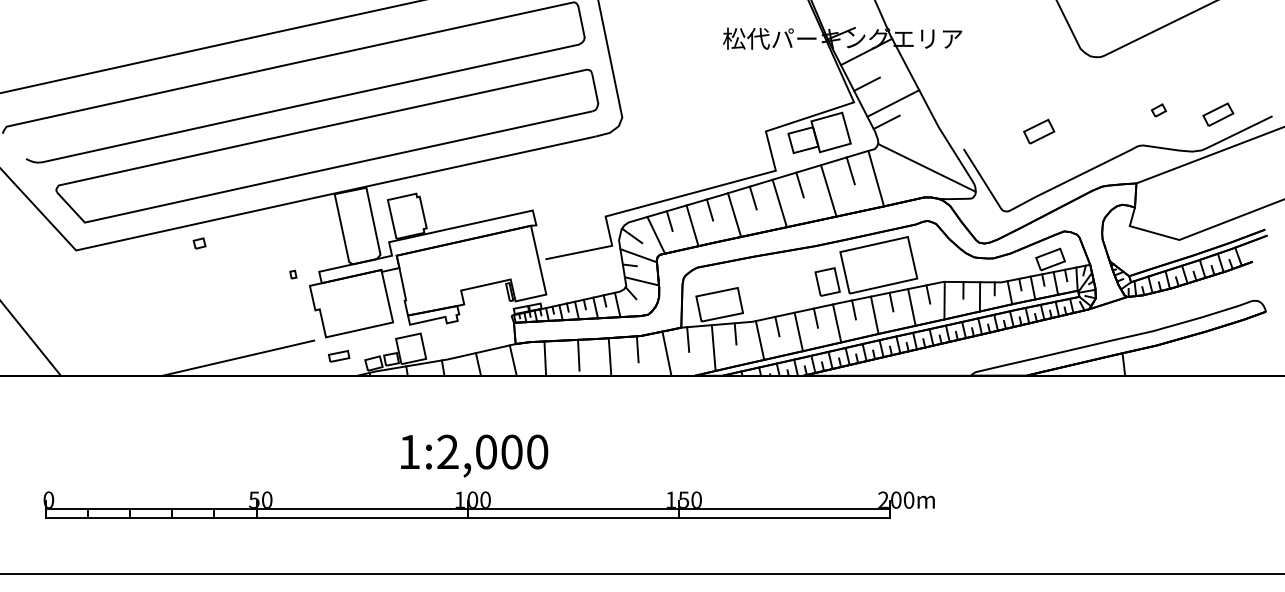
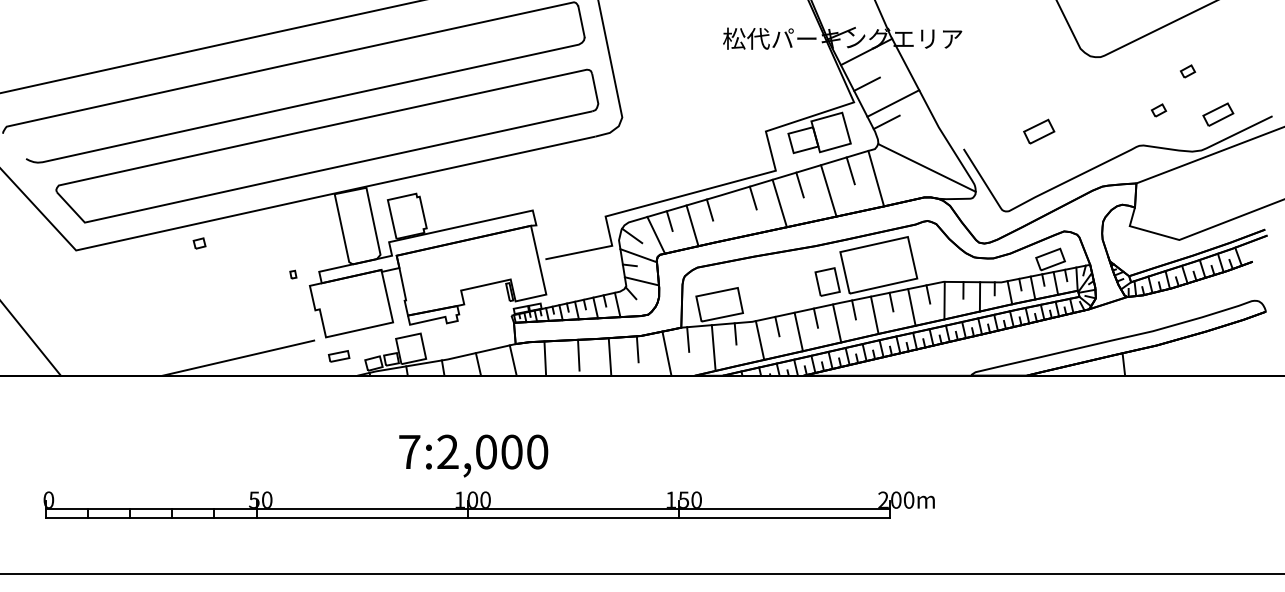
part at (1188, 71): none -> present
line at (734, 214): present -> none
text at (409, 451): 1:2,000 -> 7:2,000
